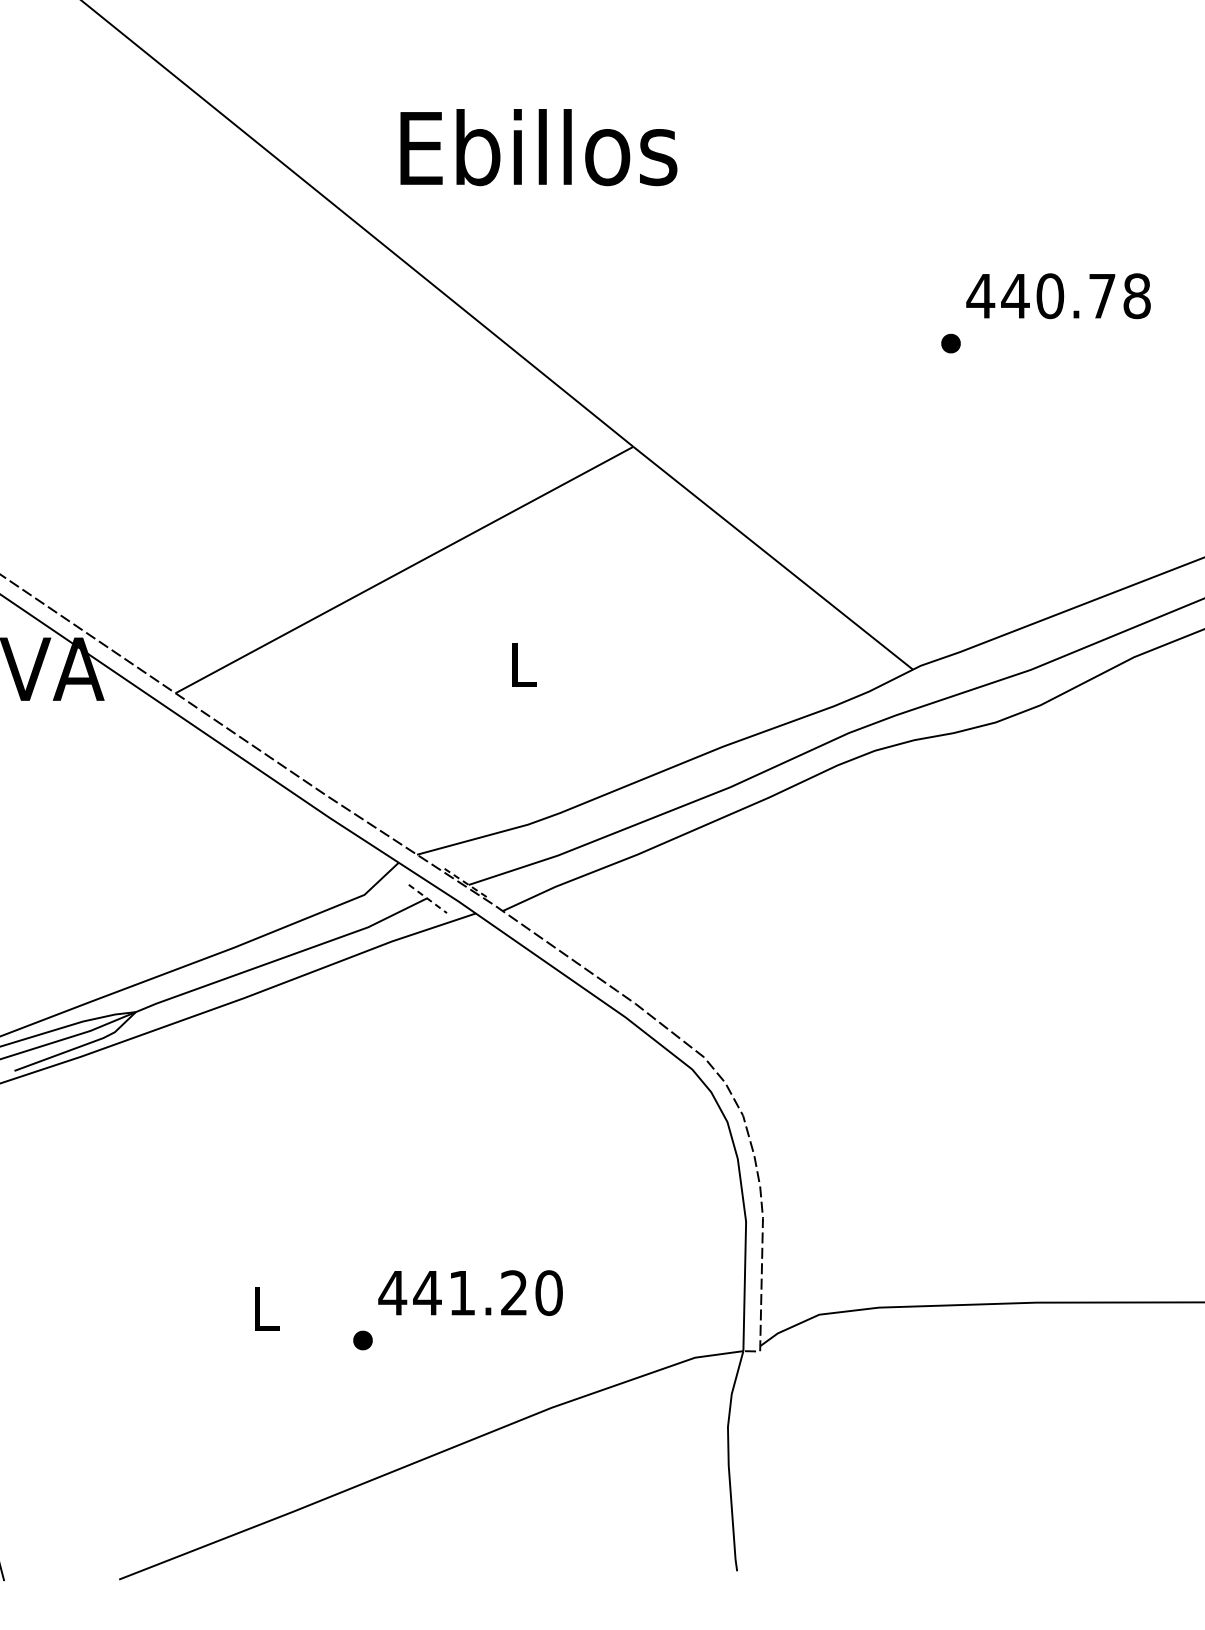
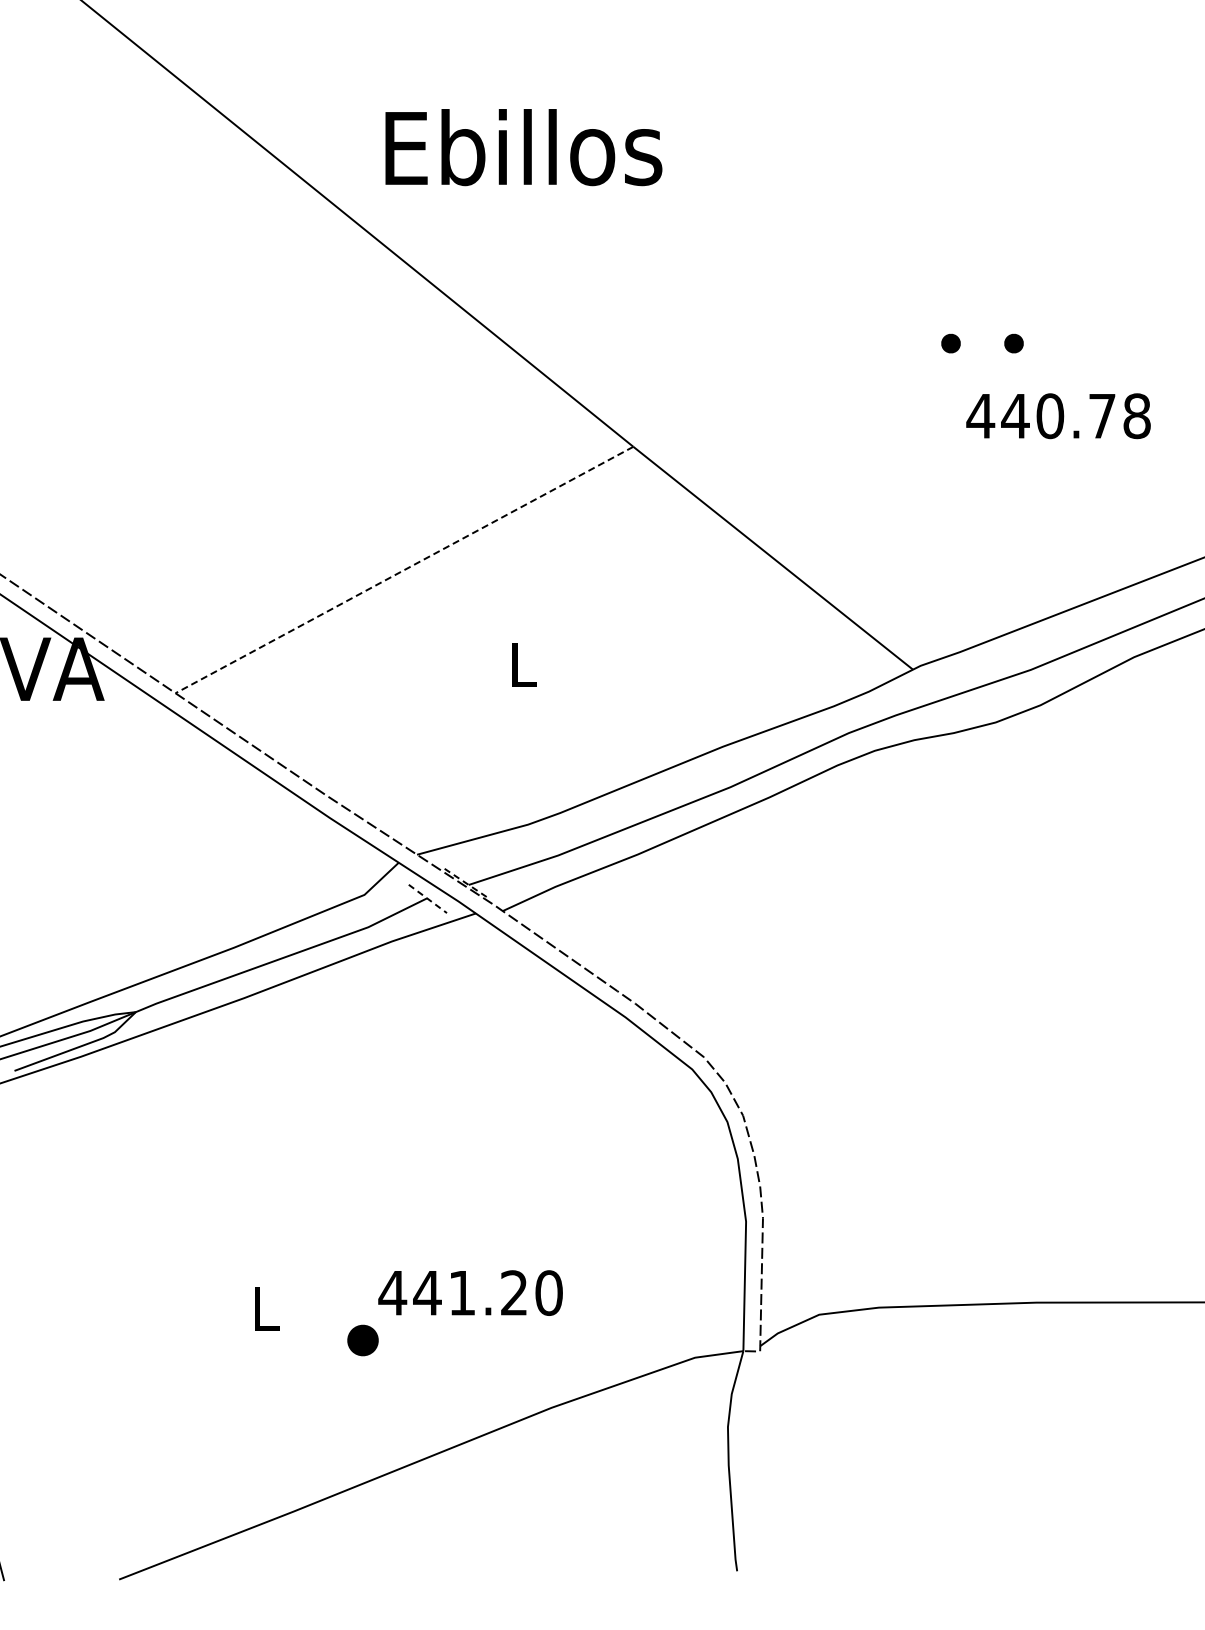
text at (538, 147) position: (538, 147) -> (523, 147)
text at (1058, 296) position: (1058, 296) -> (1058, 416)
part at (1013, 343): none -> present
line at (404, 570): solid -> dashed
part at (362, 1340) size: 20x21 px -> 32x33 px
